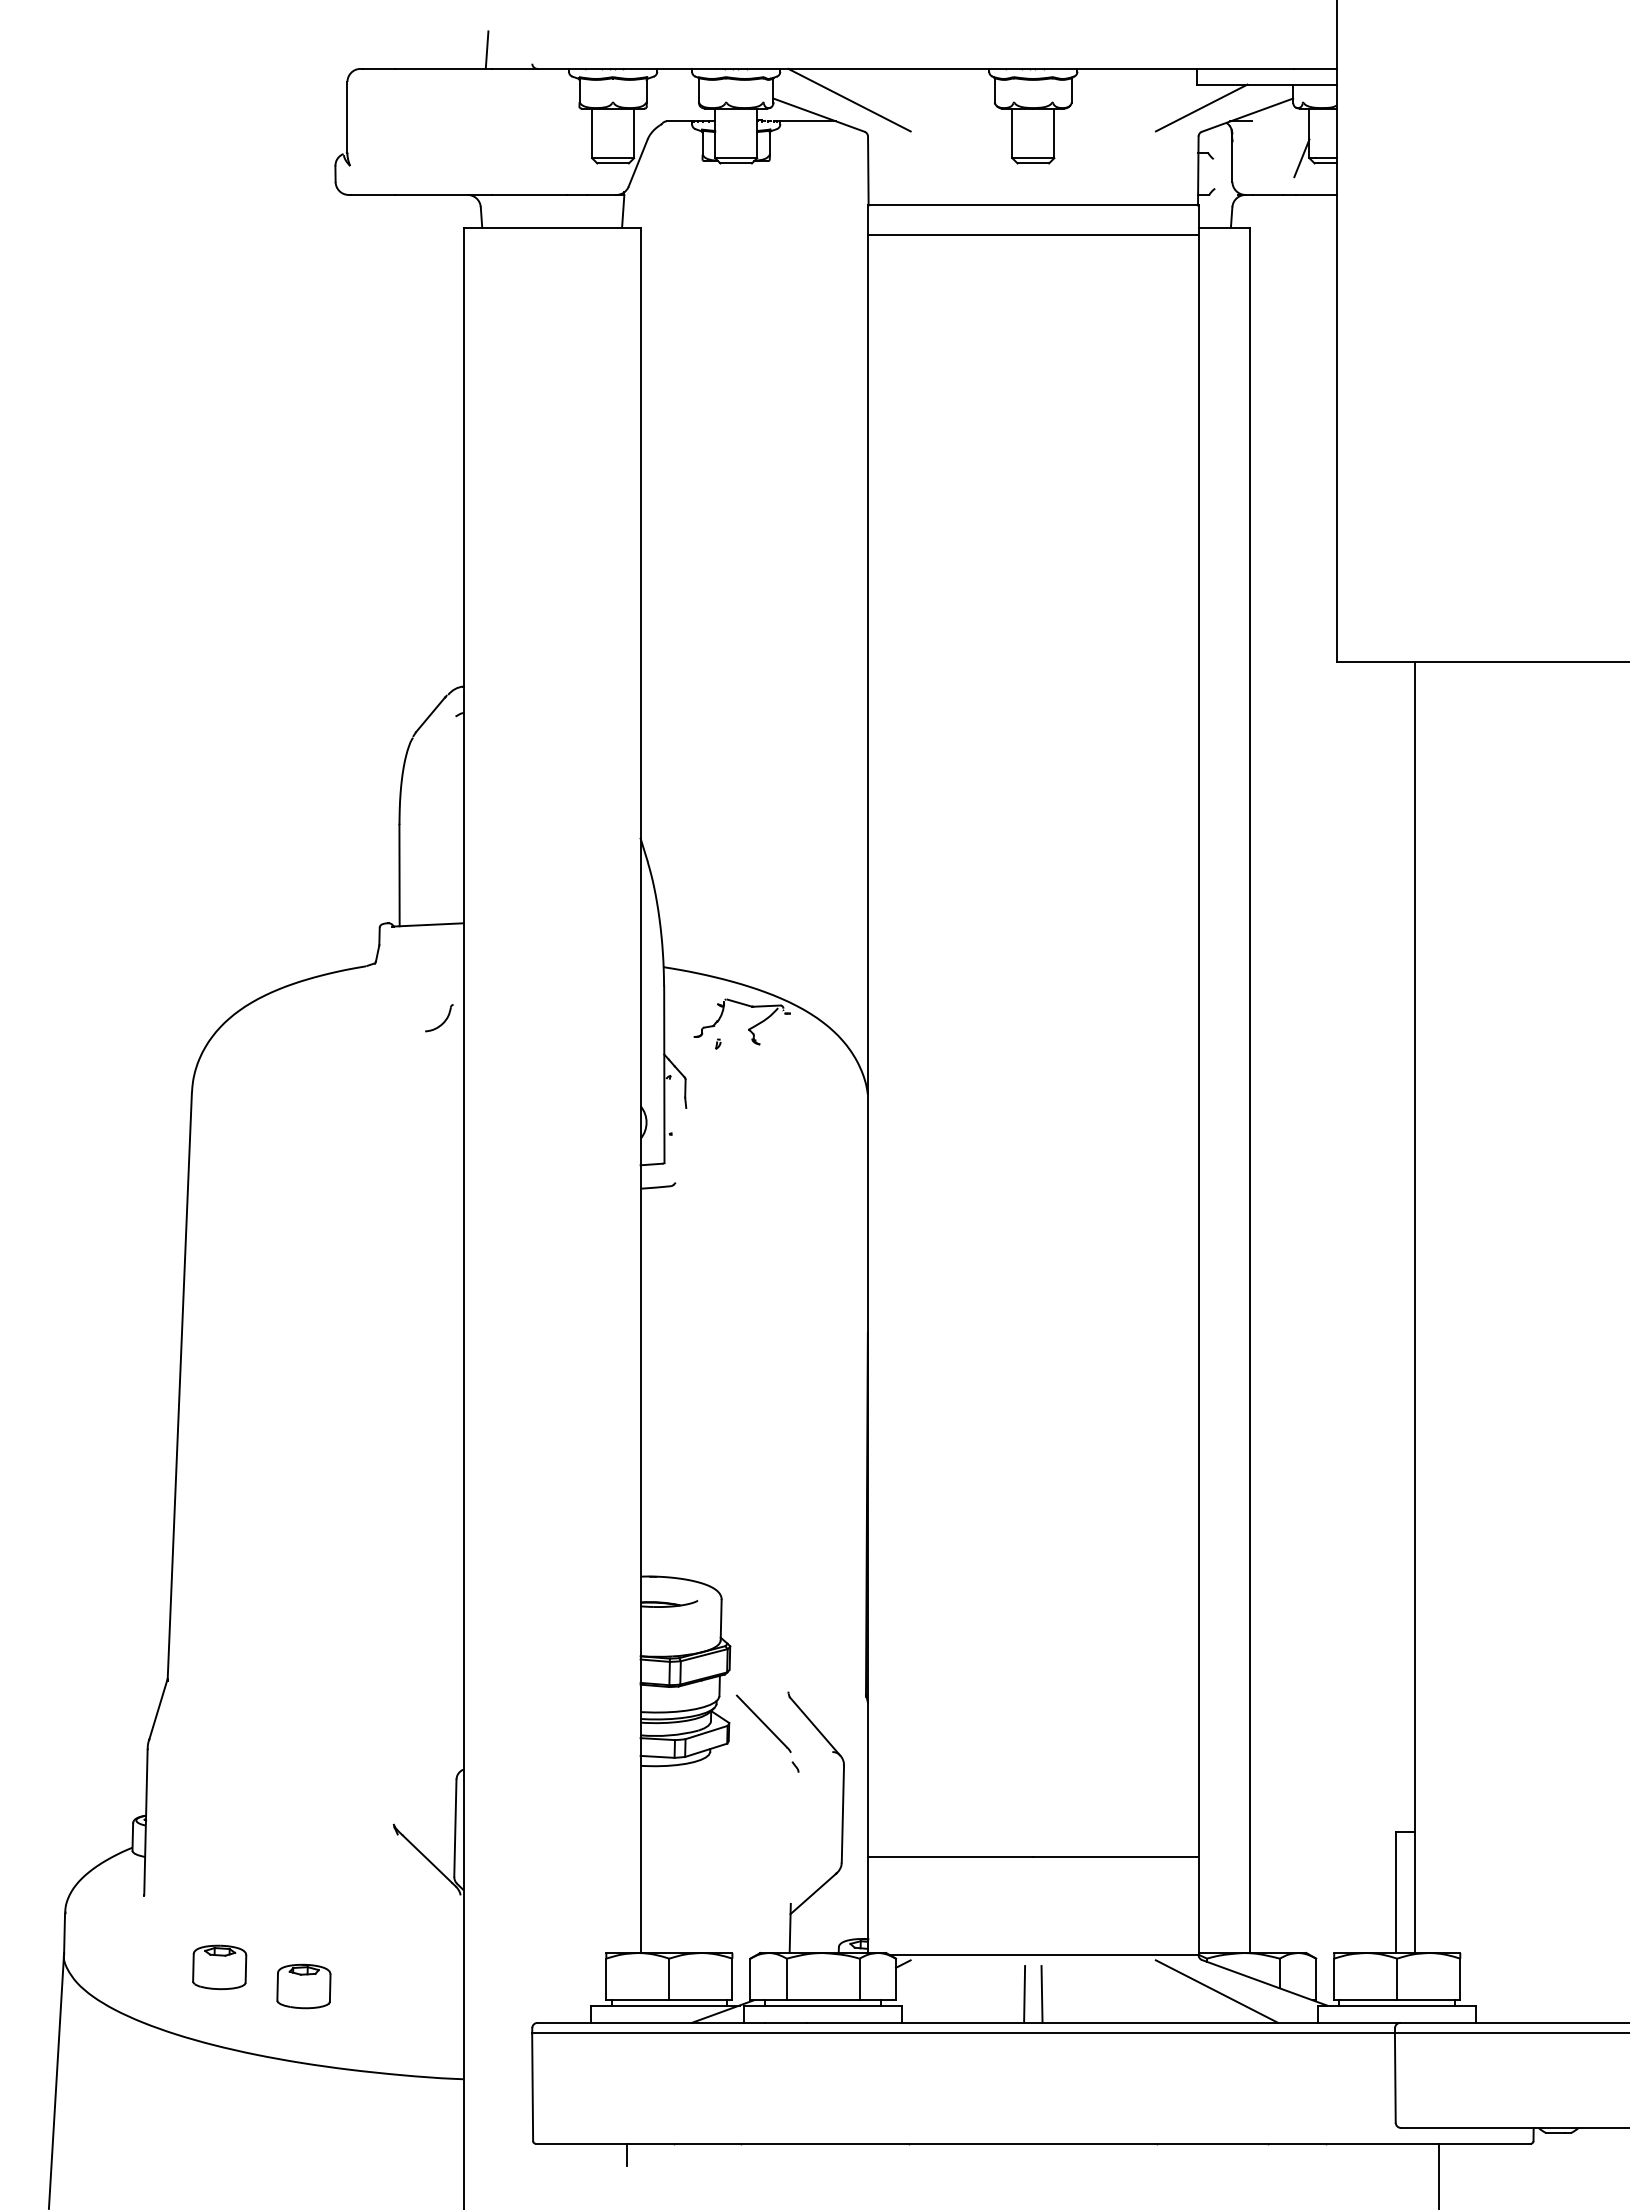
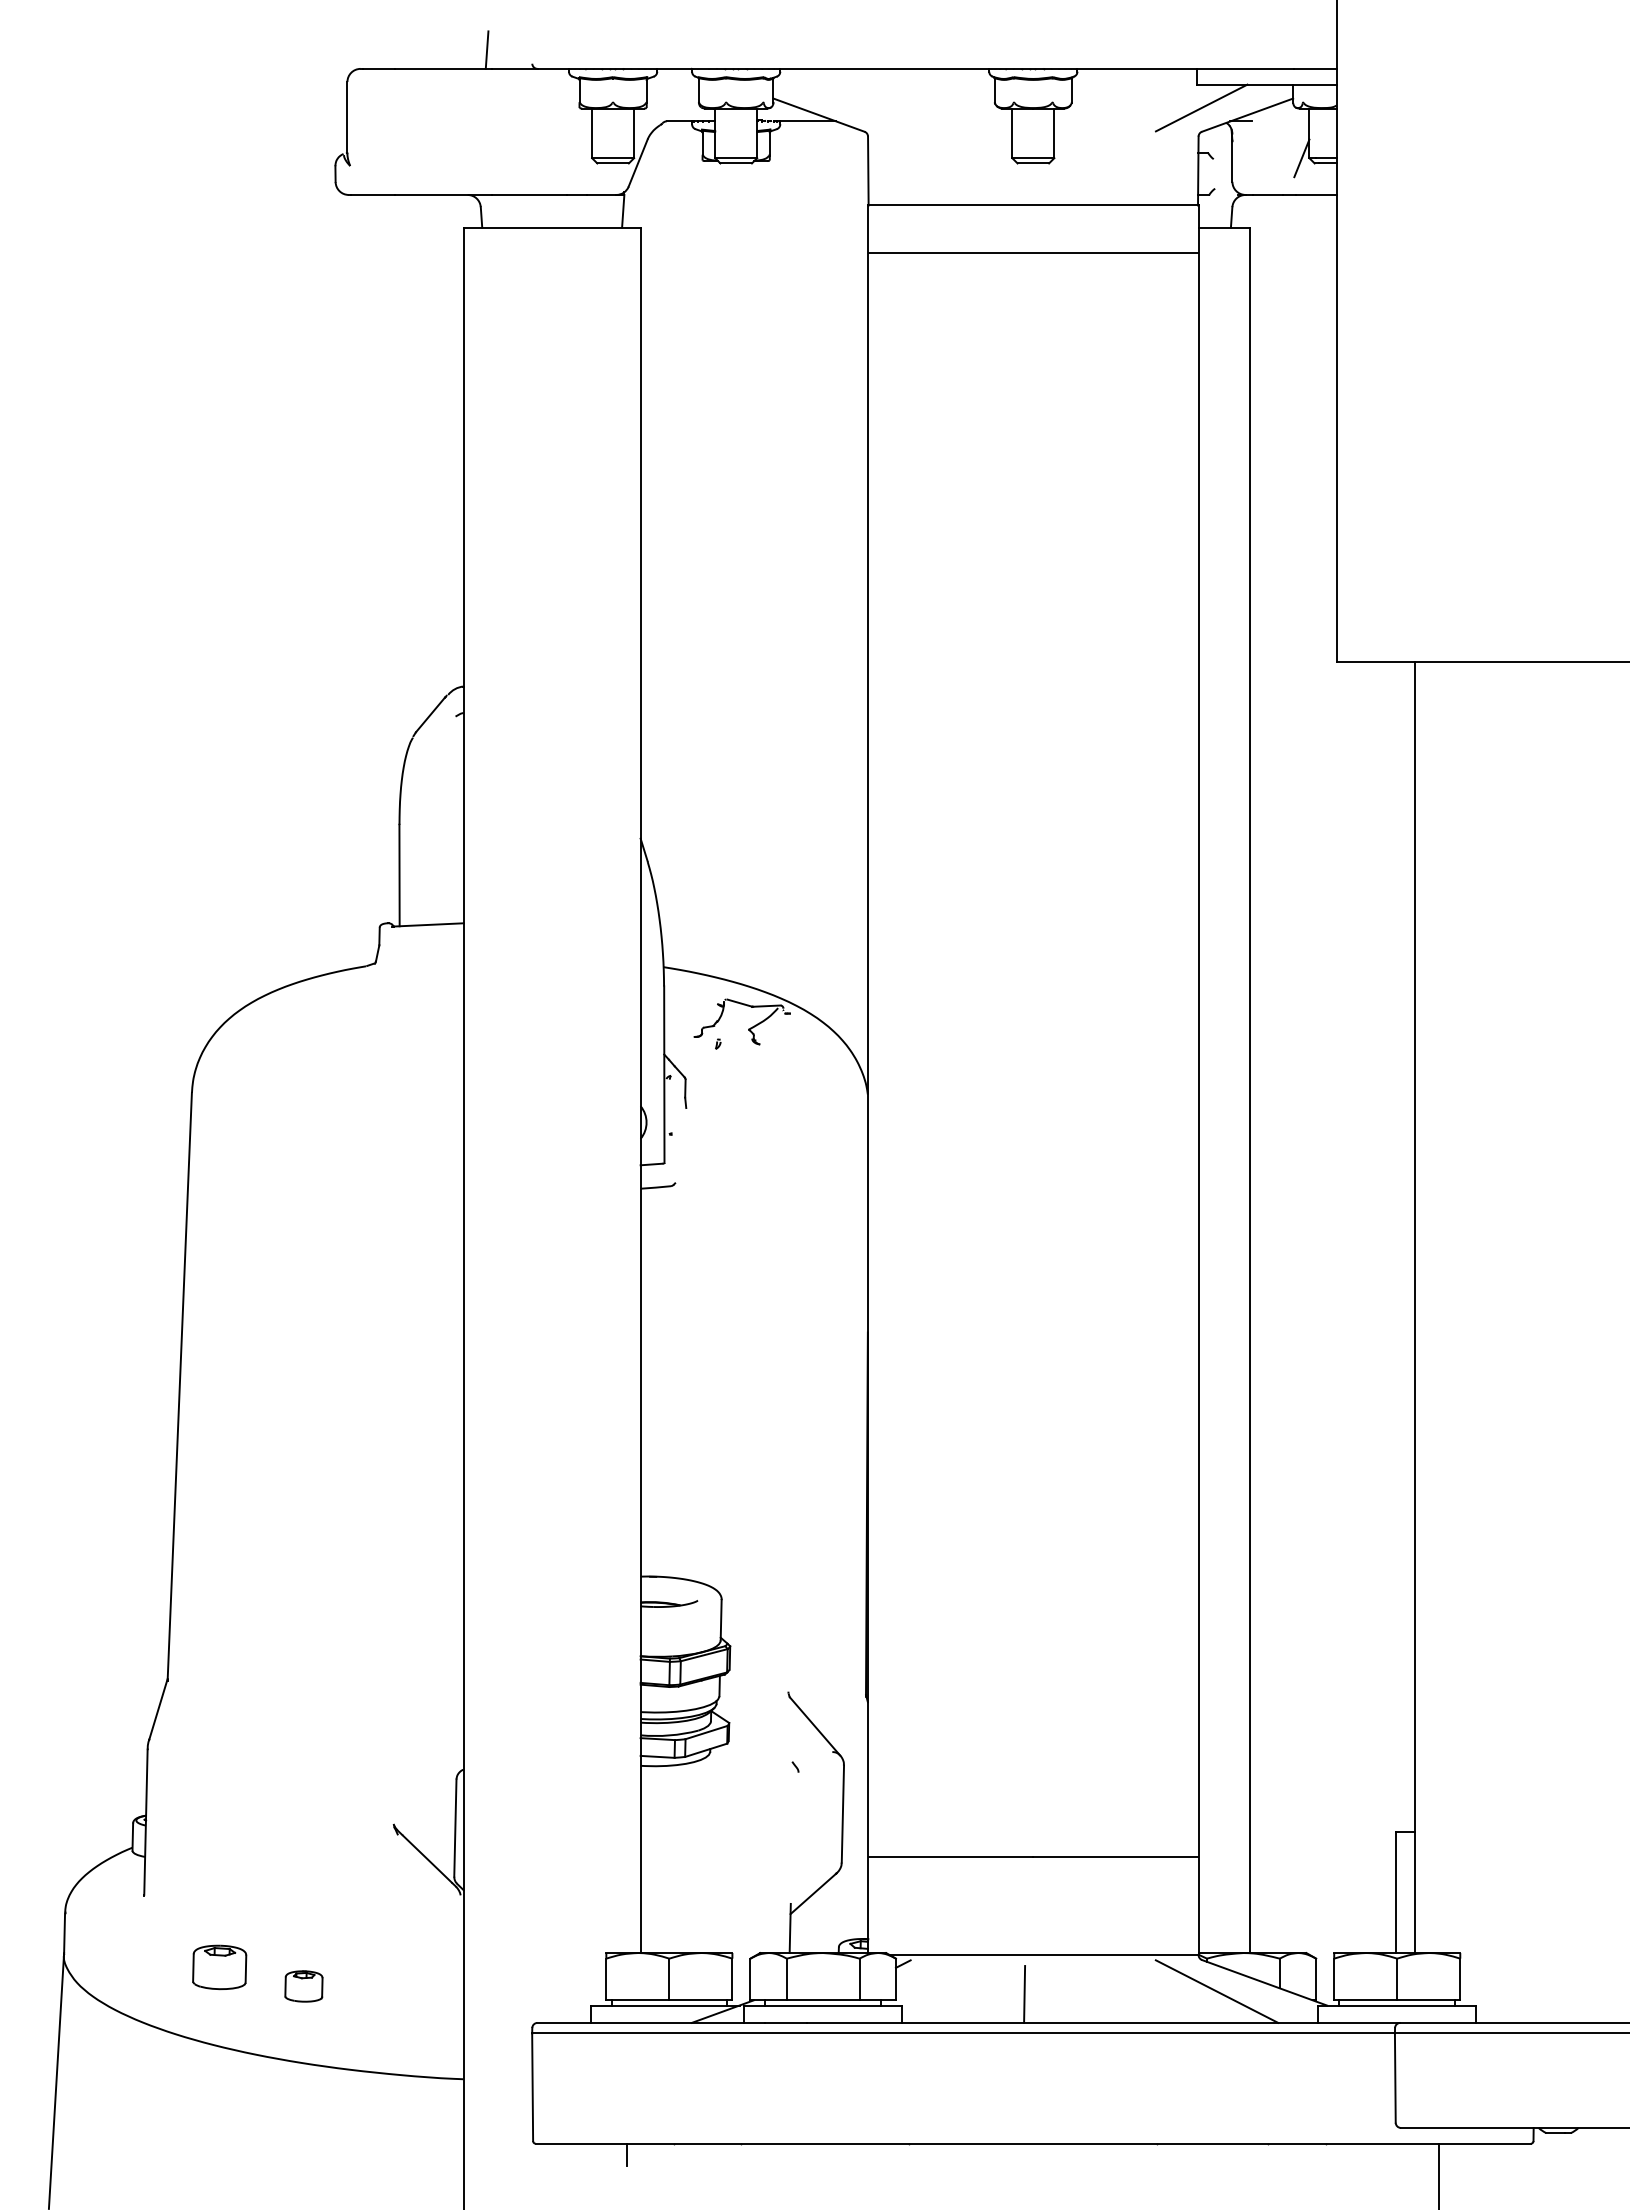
line at (849, 99): present -> none
line at (1032, 235) position: (1032, 235) -> (1032, 253)
part at (439, 1018): present -> none
line at (763, 1723): present -> none
part at (303, 1986) size: 56x47 px -> 40x33 px
line at (1041, 1994): present -> none
